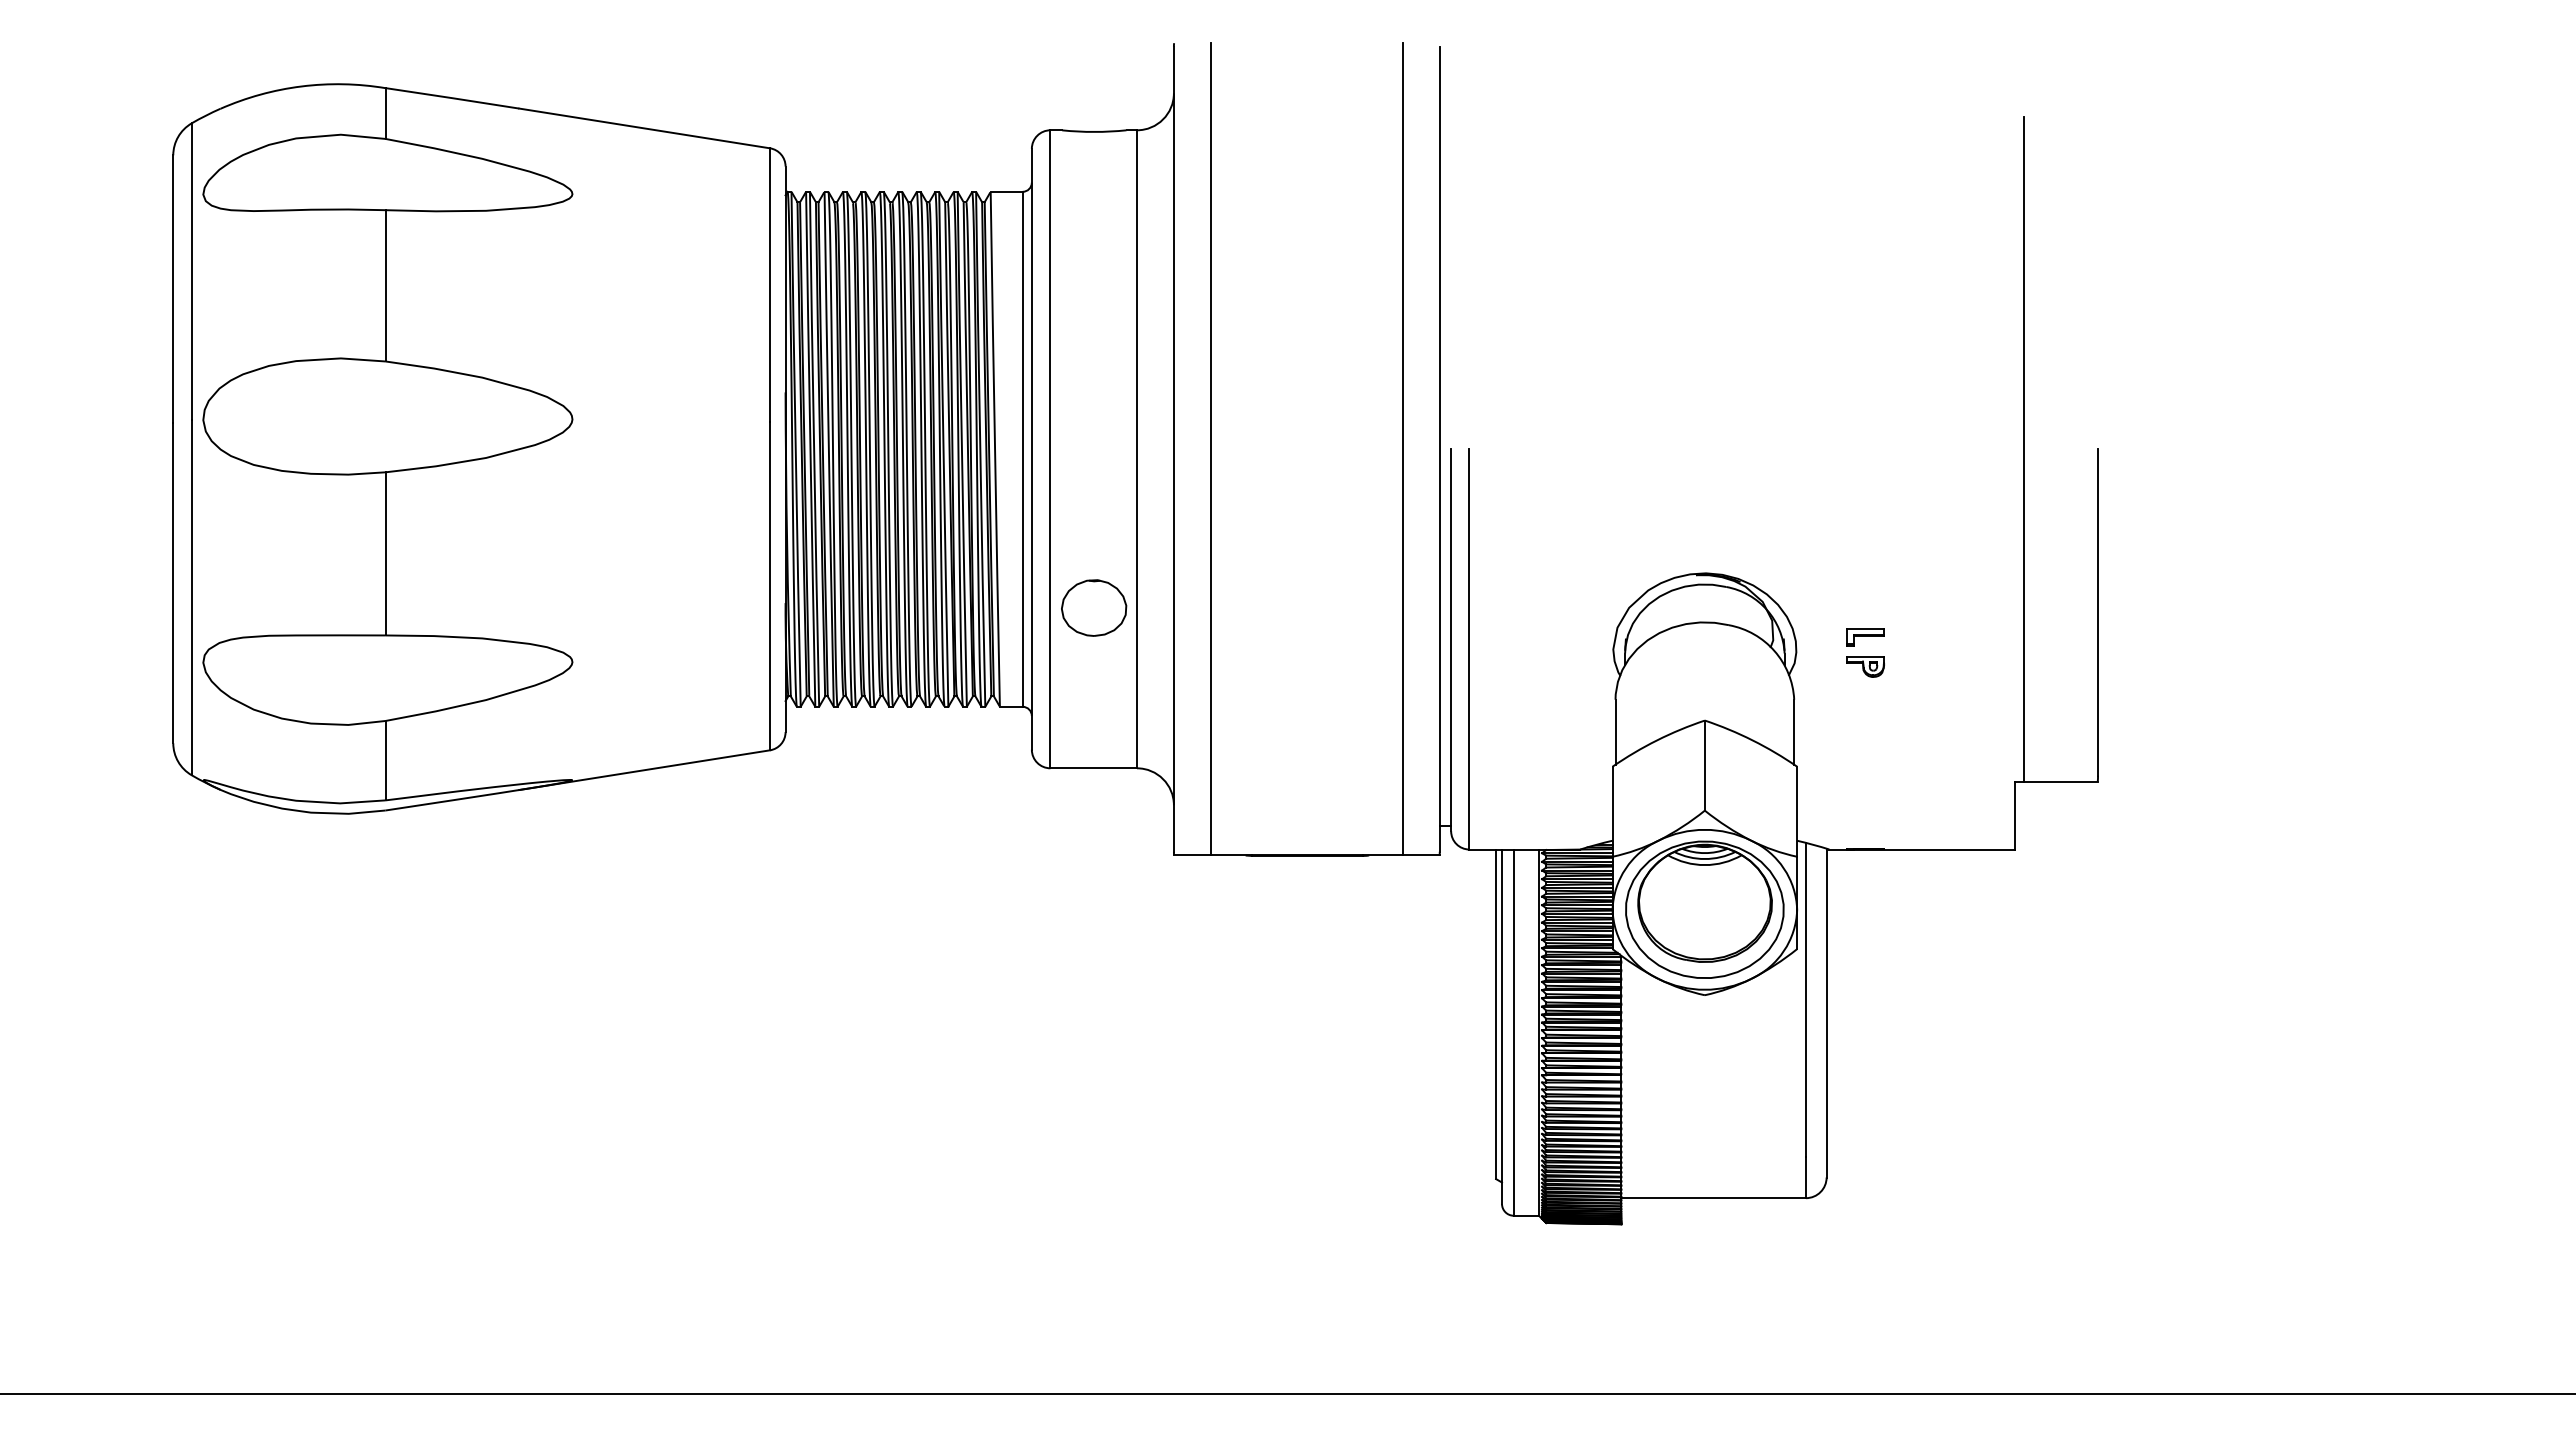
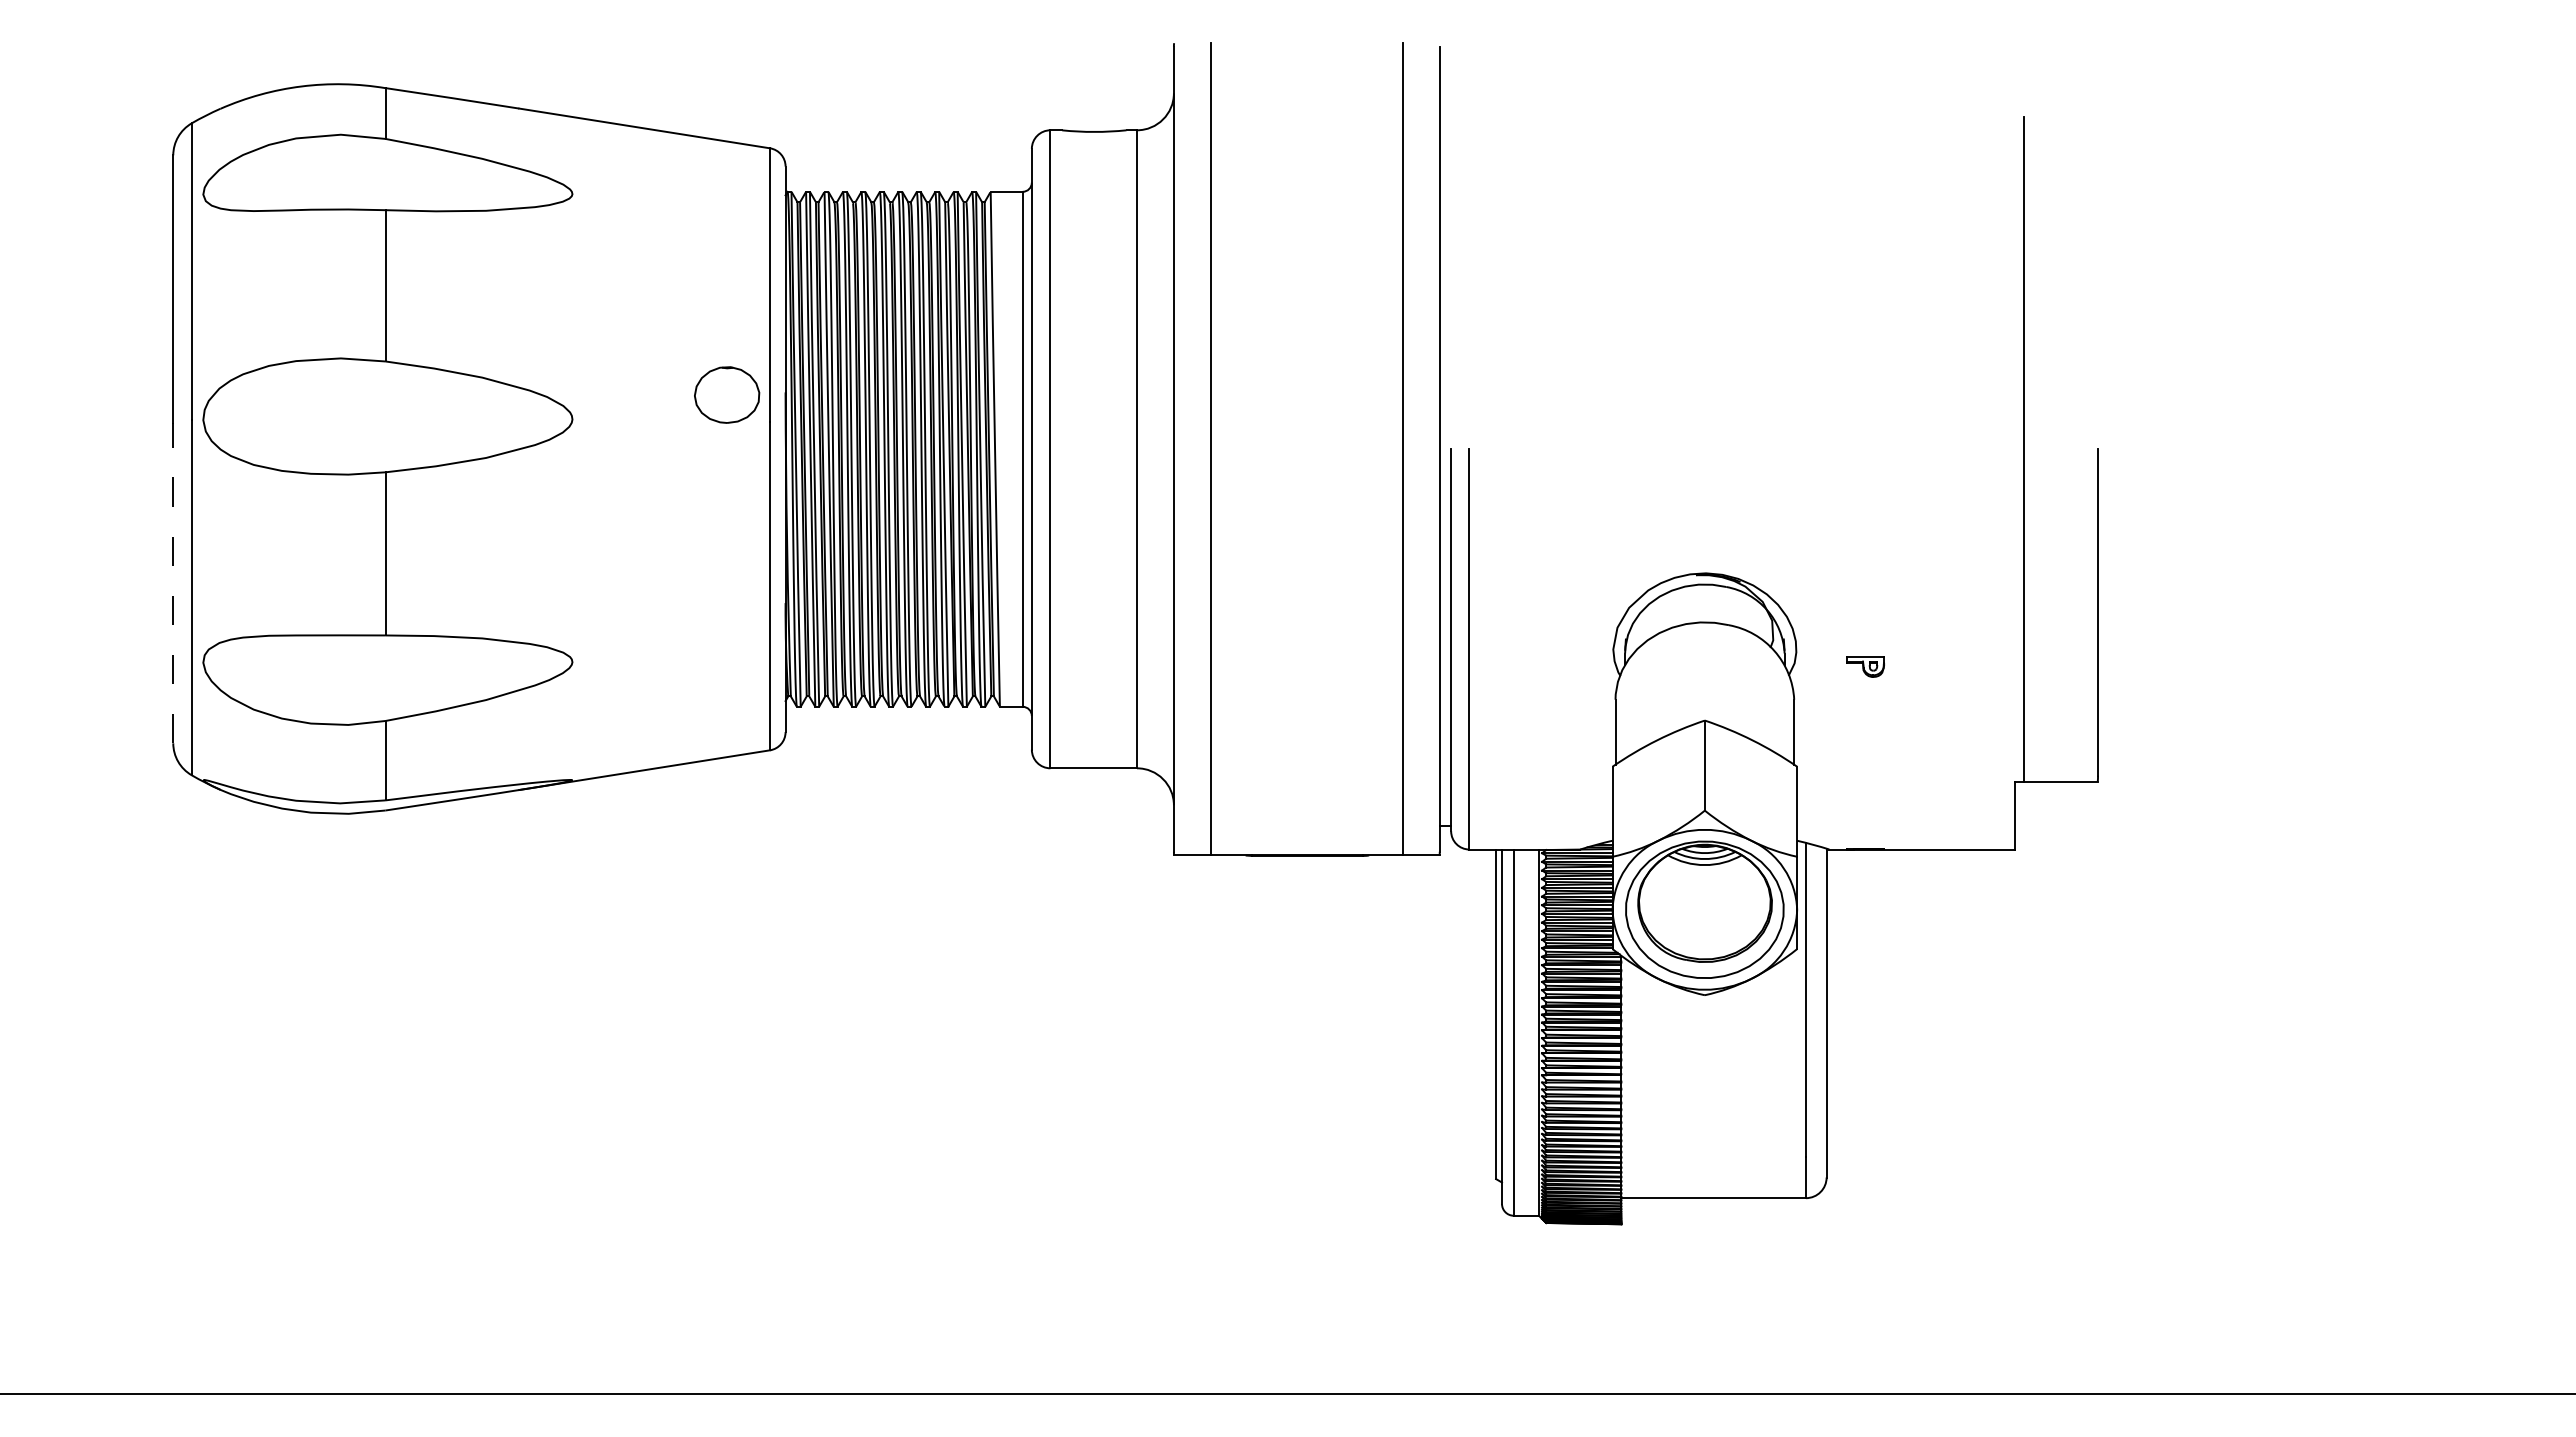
line at (173, 582): solid -> dashed
part at (1094, 607) position: (1094, 607) -> (727, 394)
part at (1865, 637): present -> none
